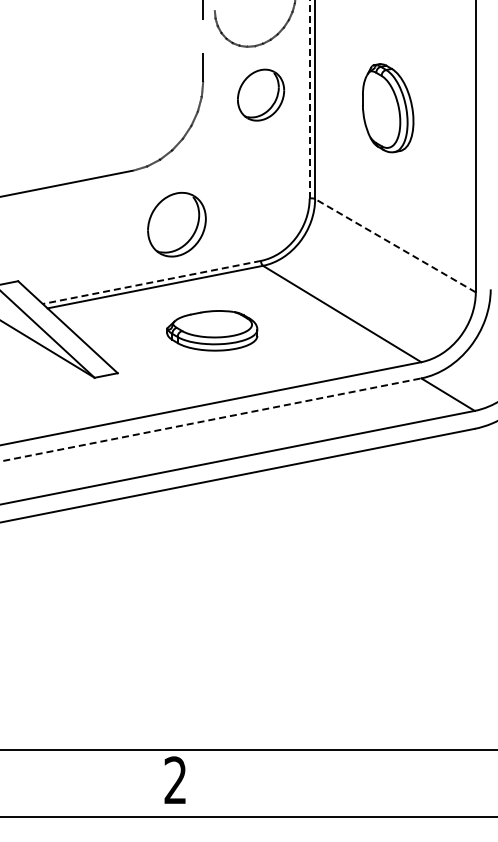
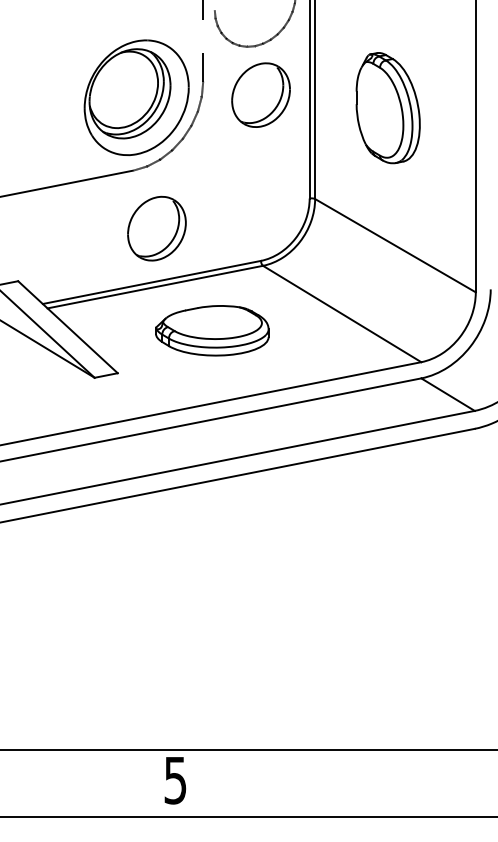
part at (261, 94) size: 49x54 px -> 60x66 px
part at (136, 97): none -> present
line at (309, 99): dashed -> solid
part at (388, 108) size: 53x91 px -> 66x113 px
part at (176, 224) position: (176, 224) -> (156, 228)
line at (395, 245): dashed -> solid
line at (151, 282): dashed -> solid
part at (212, 330) size: 93x42 px -> 115x52 px
line at (211, 419): dashed -> solid
text at (175, 780): 2 -> 5
